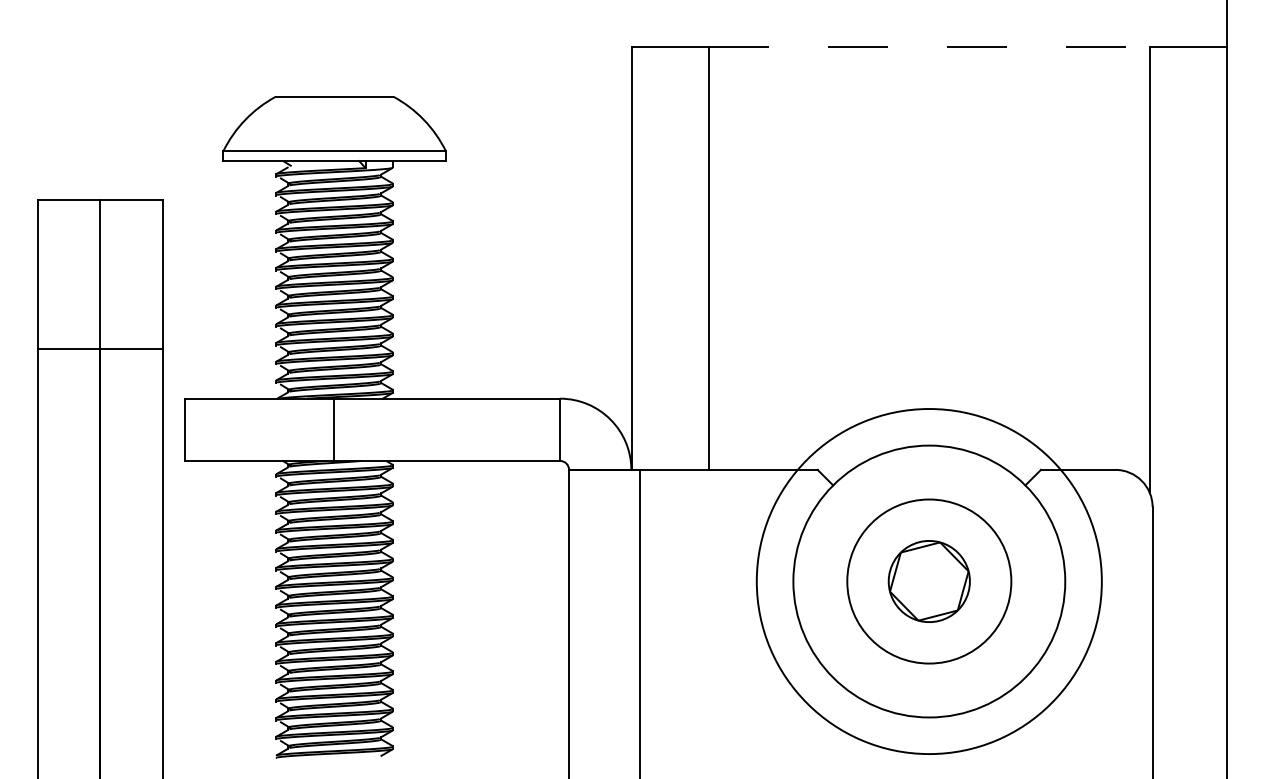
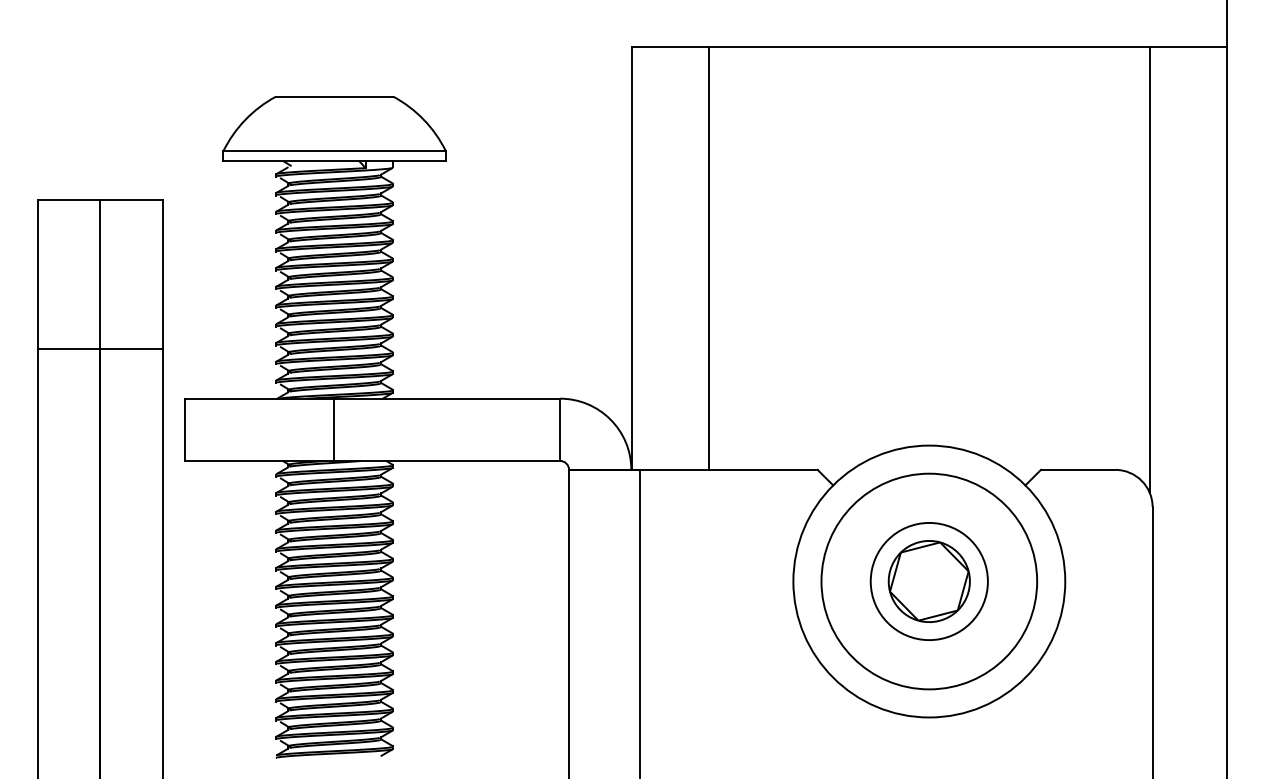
line at (929, 46): dashed -> solid
circle at (928, 581) diameter: 345 px -> 216 px
circle at (929, 581) diameter: 164 px -> 117 px
